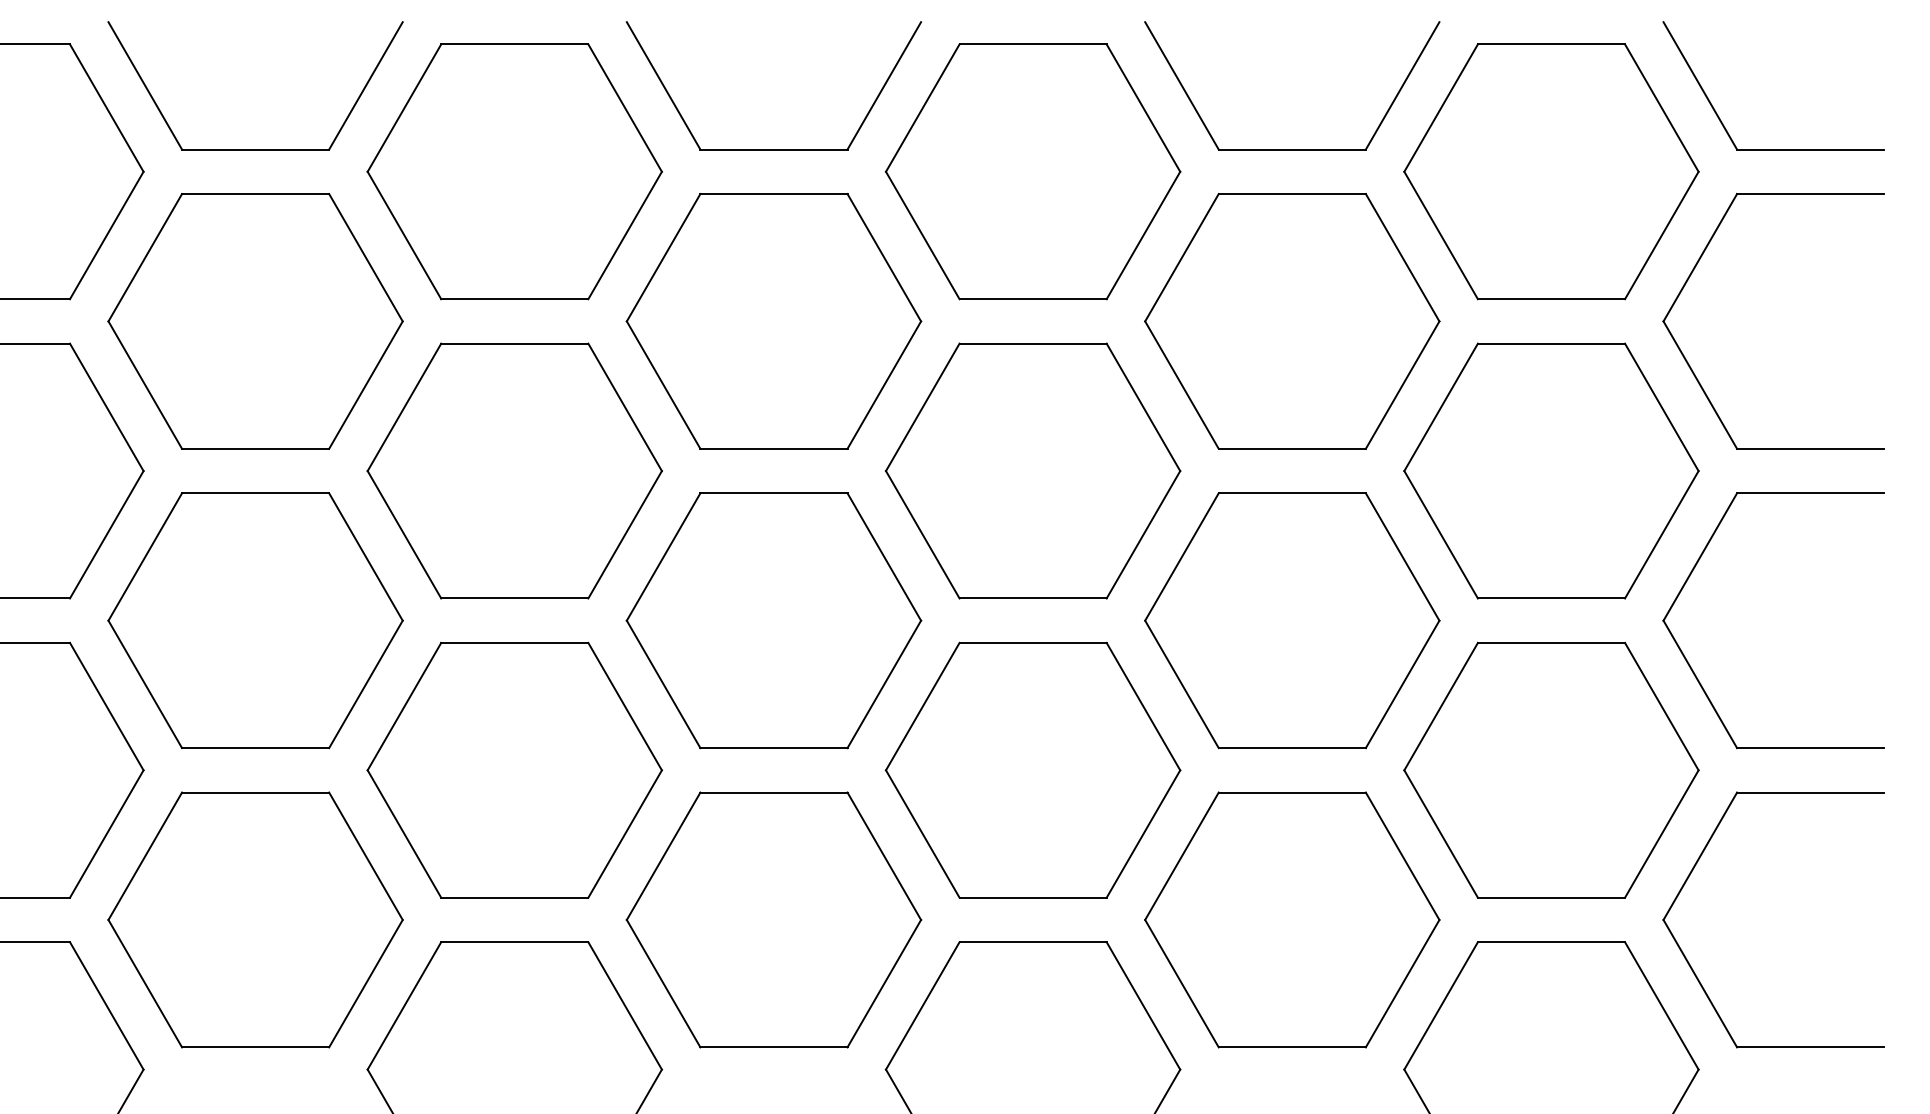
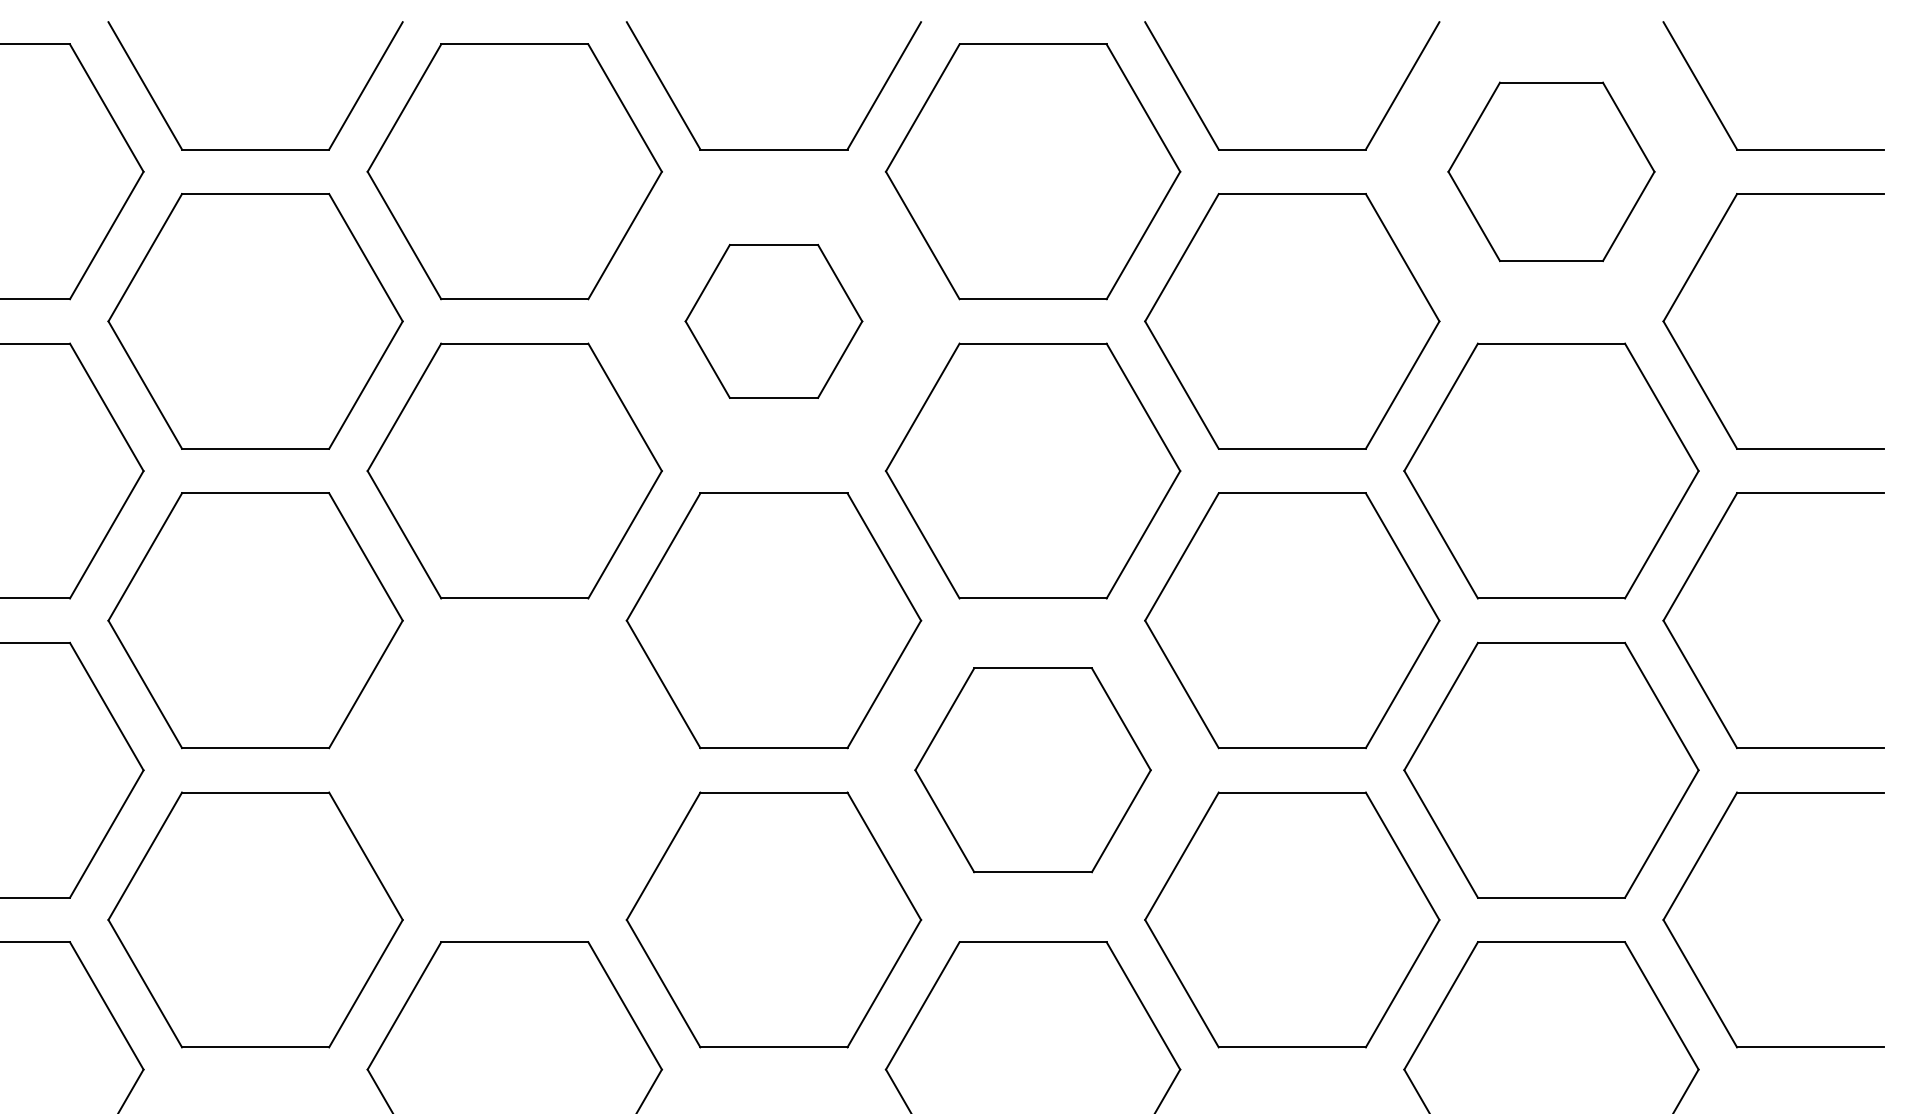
part at (1551, 171) size: 297x258 px -> 209x182 px
part at (773, 321) size: 298x257 px -> 180x155 px
part at (514, 769): present -> none
part at (1032, 769) size: 298x258 px -> 238x207 px
